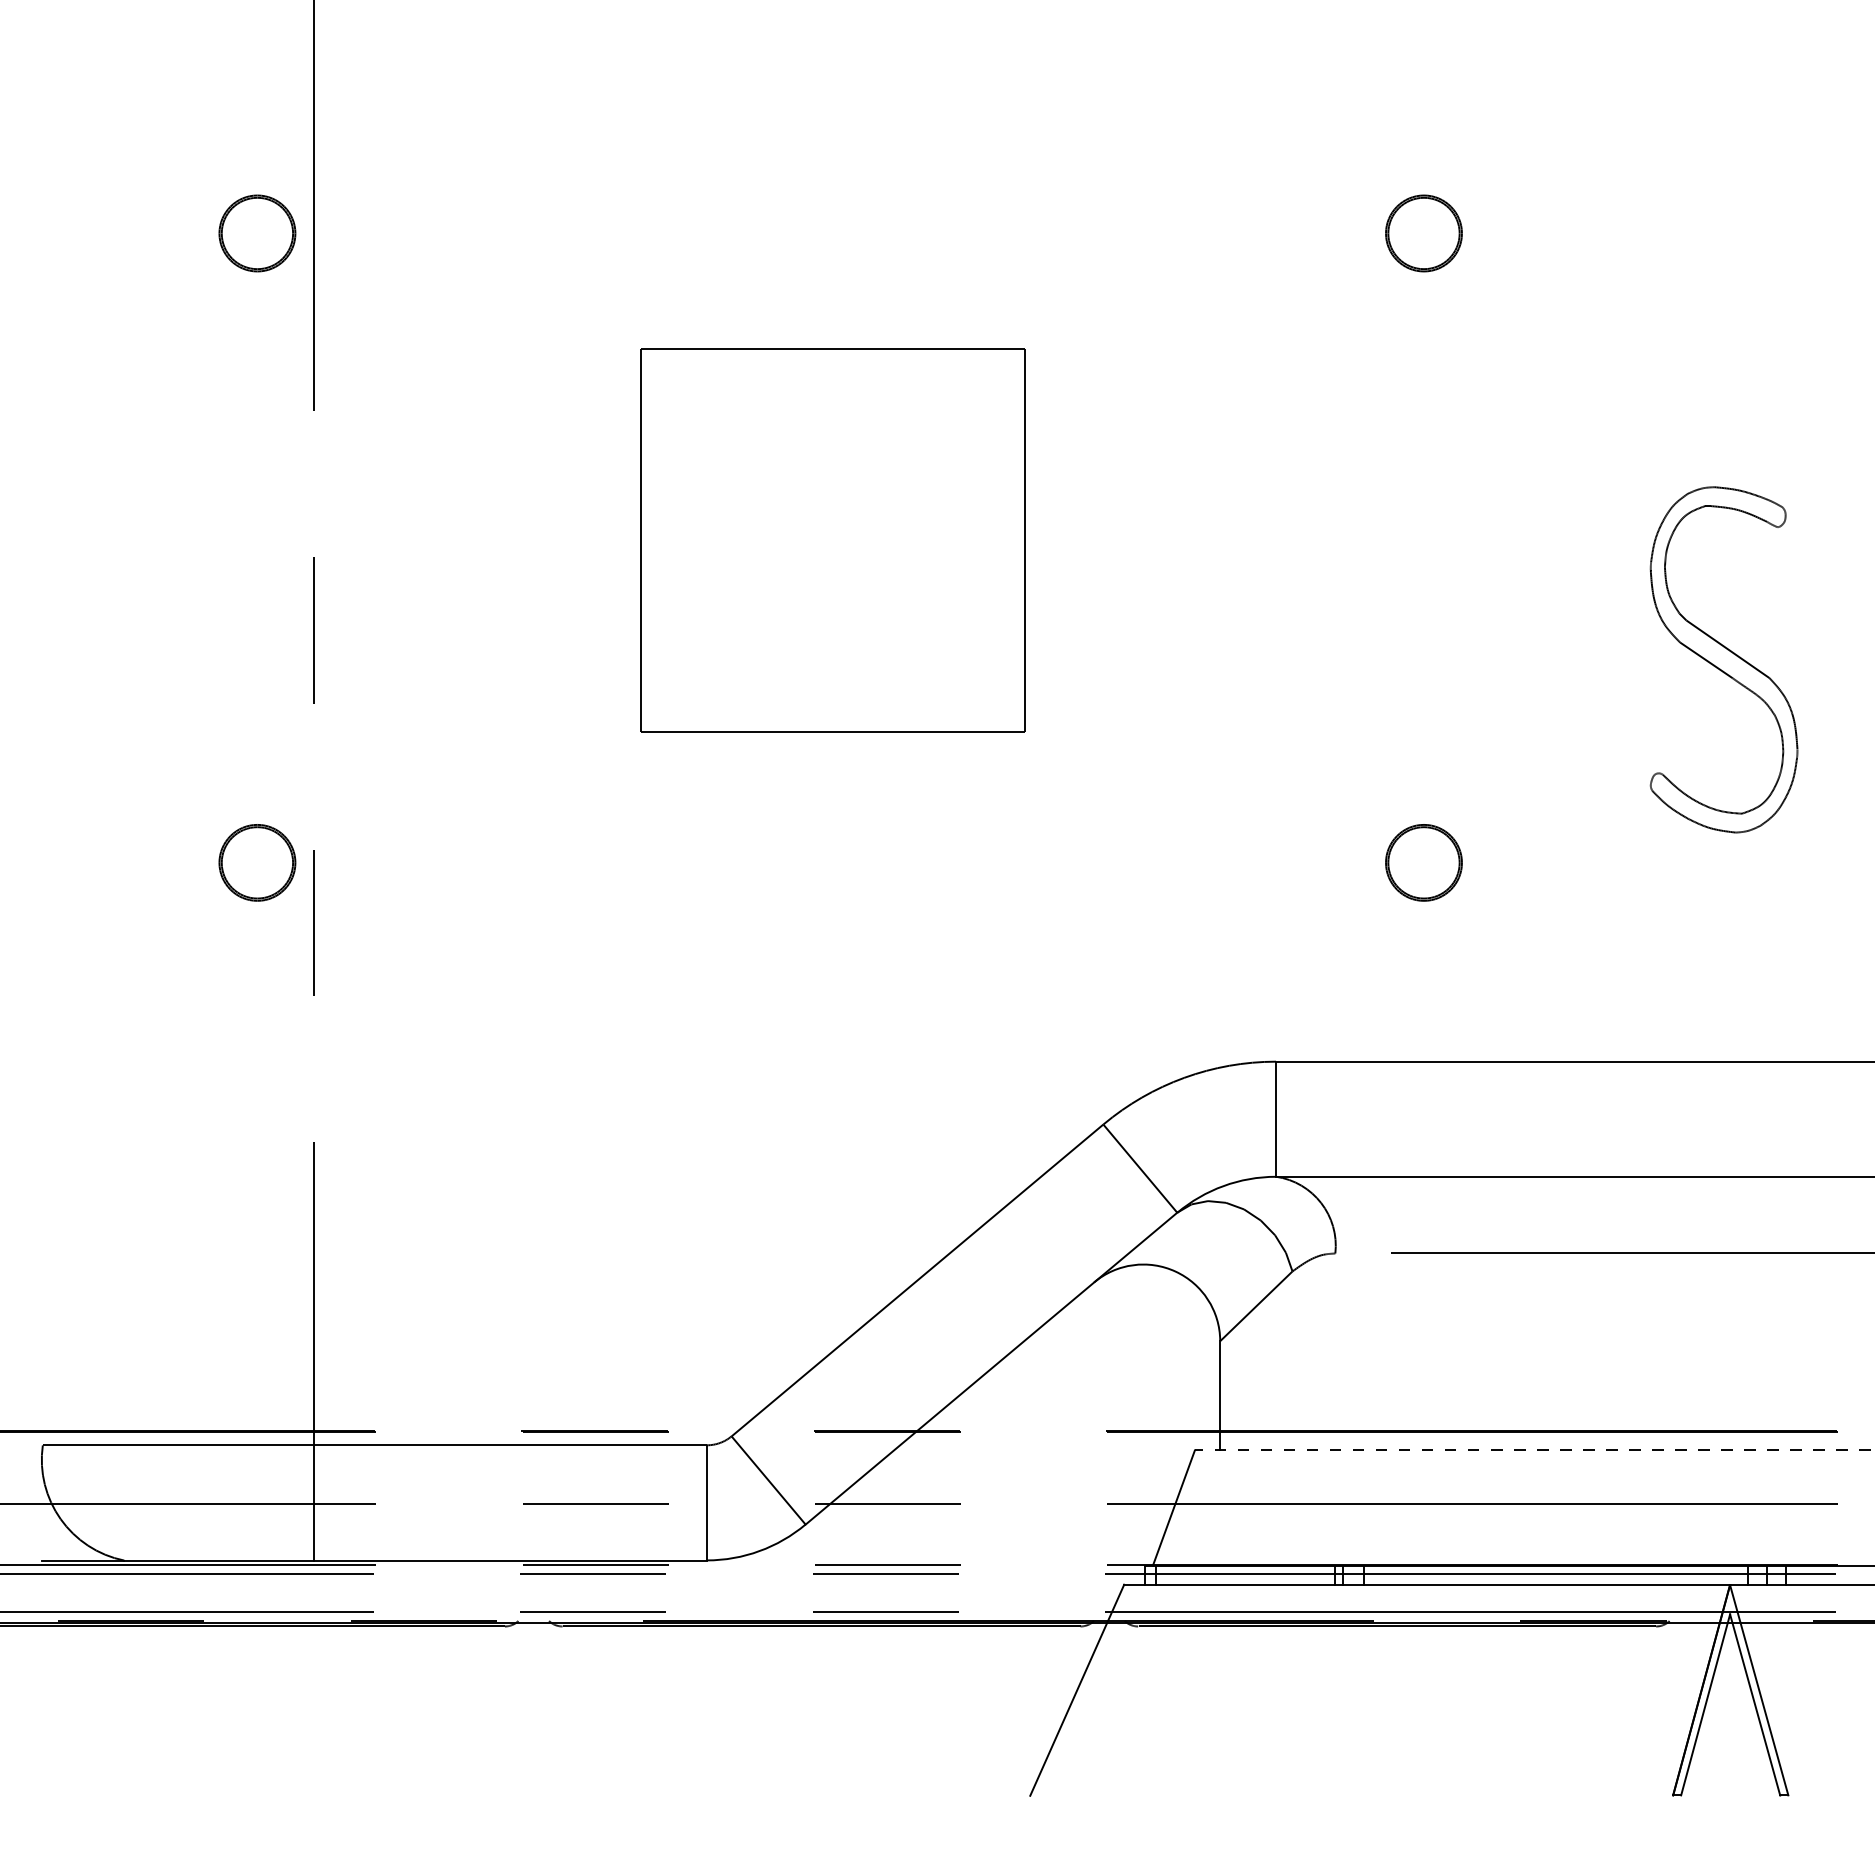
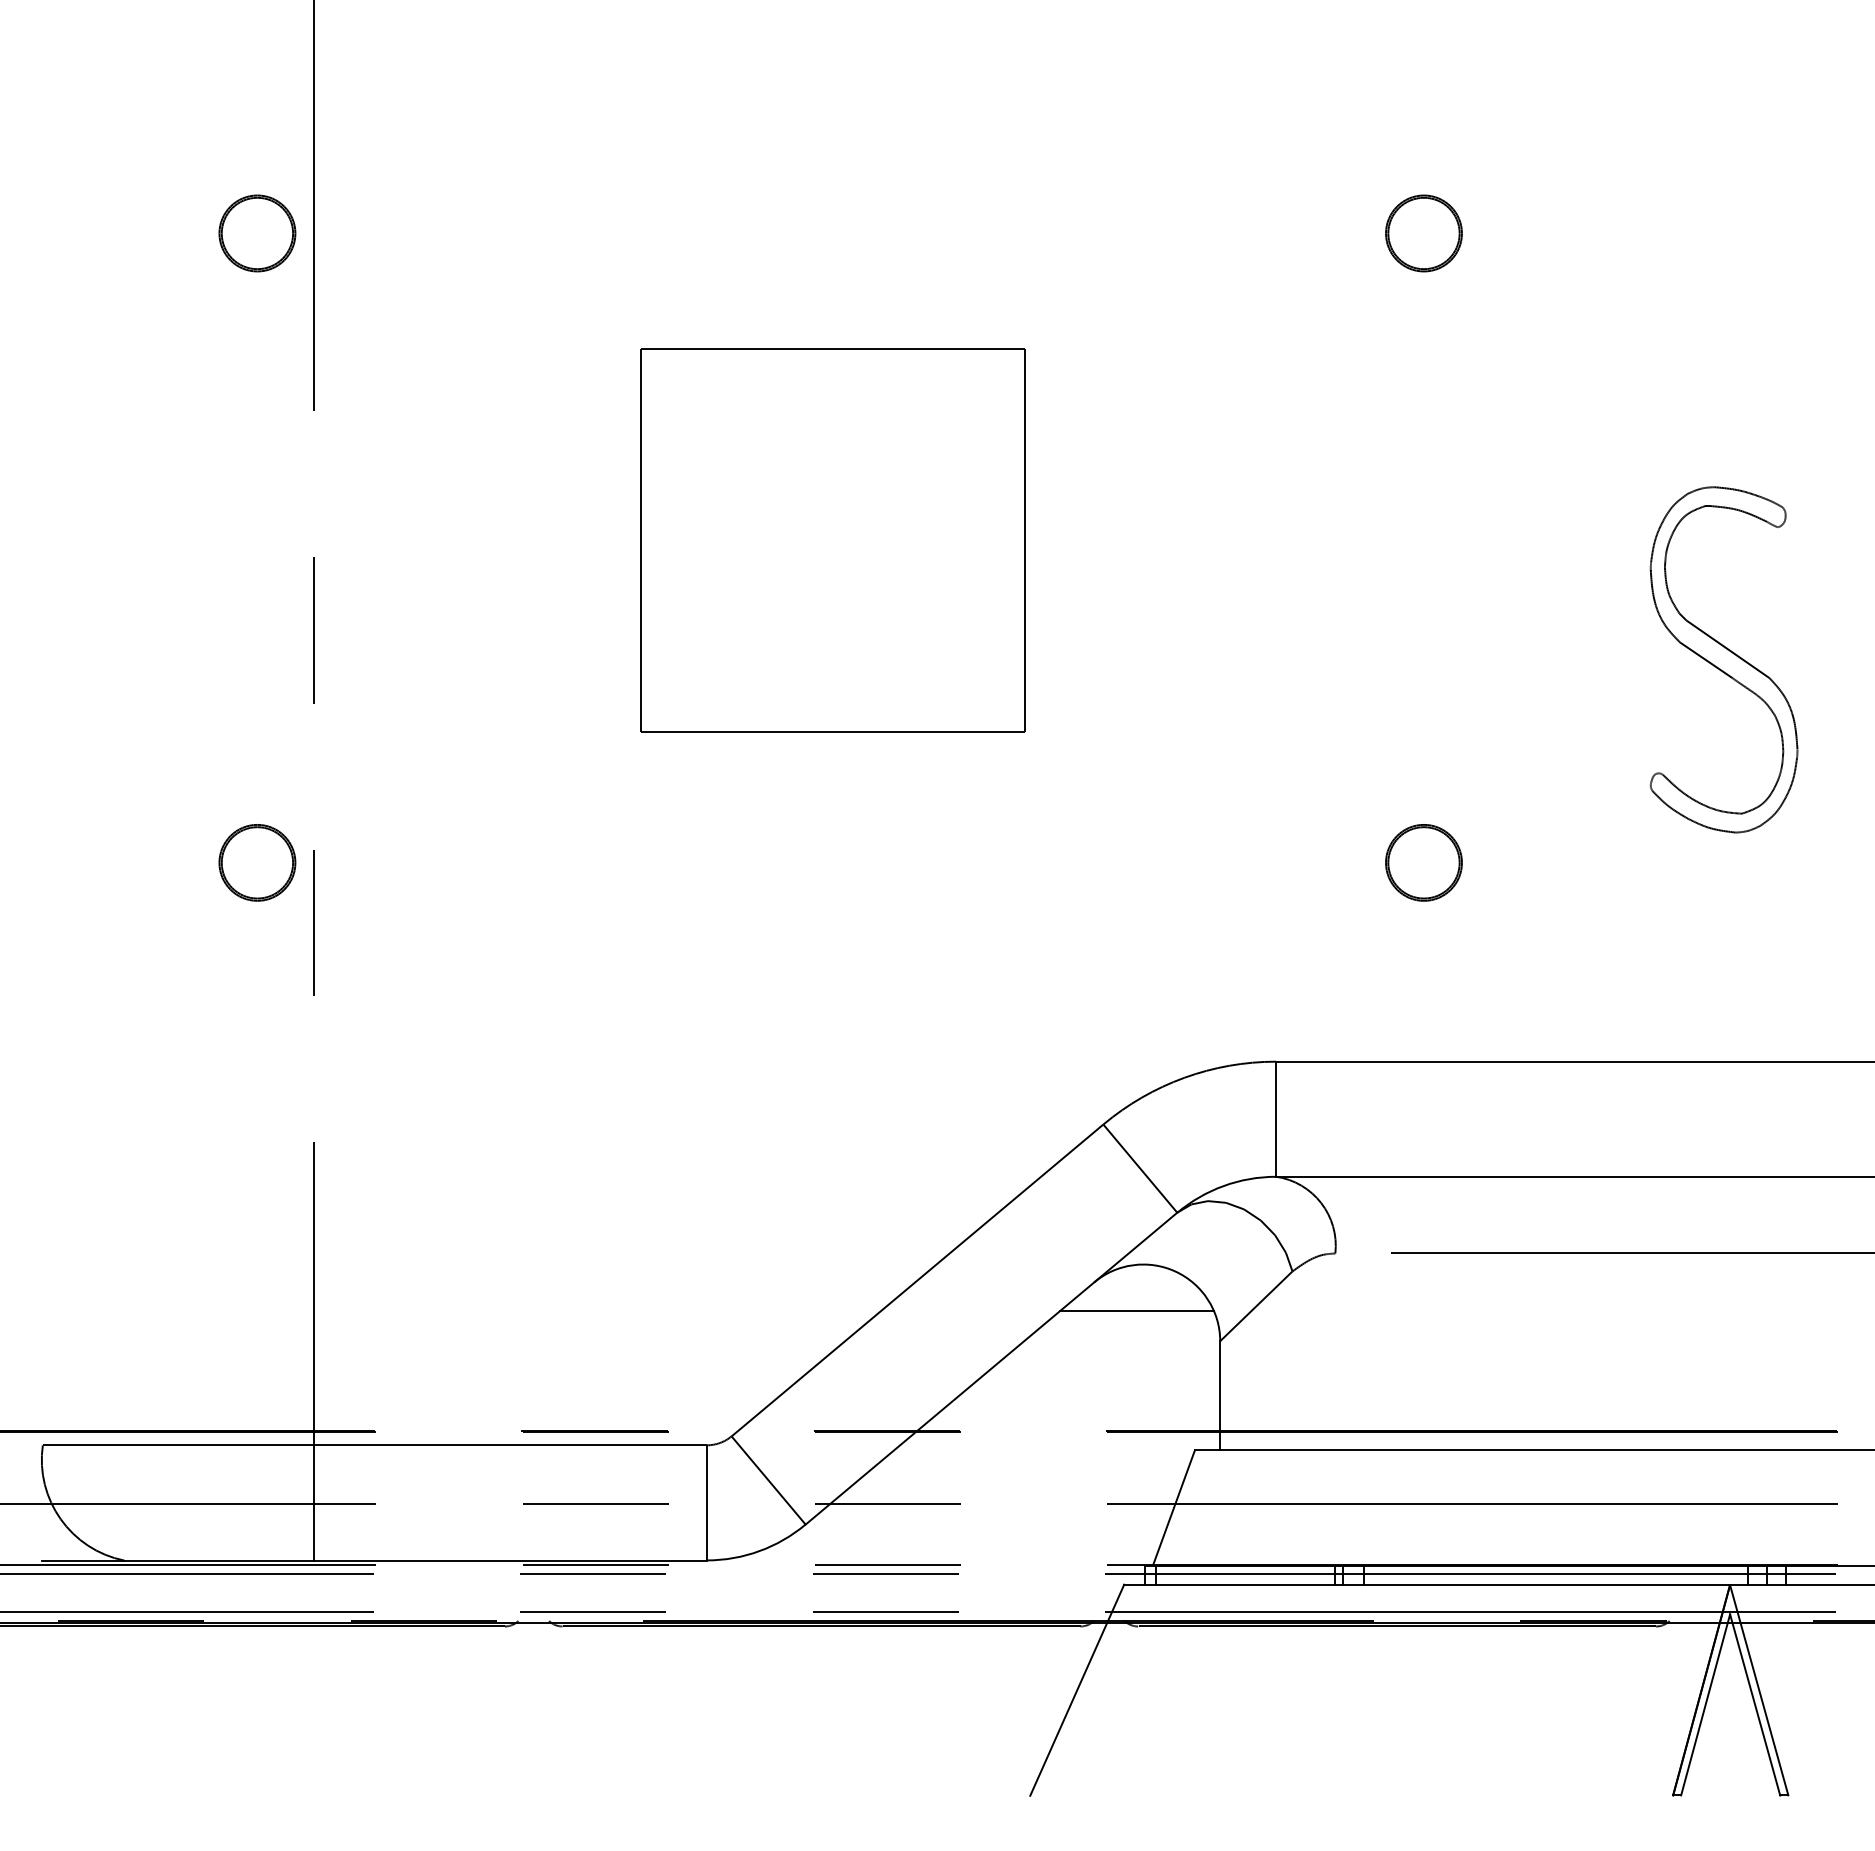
line at (1136, 1311): none -> present
line at (1534, 1450): dashed -> solid
